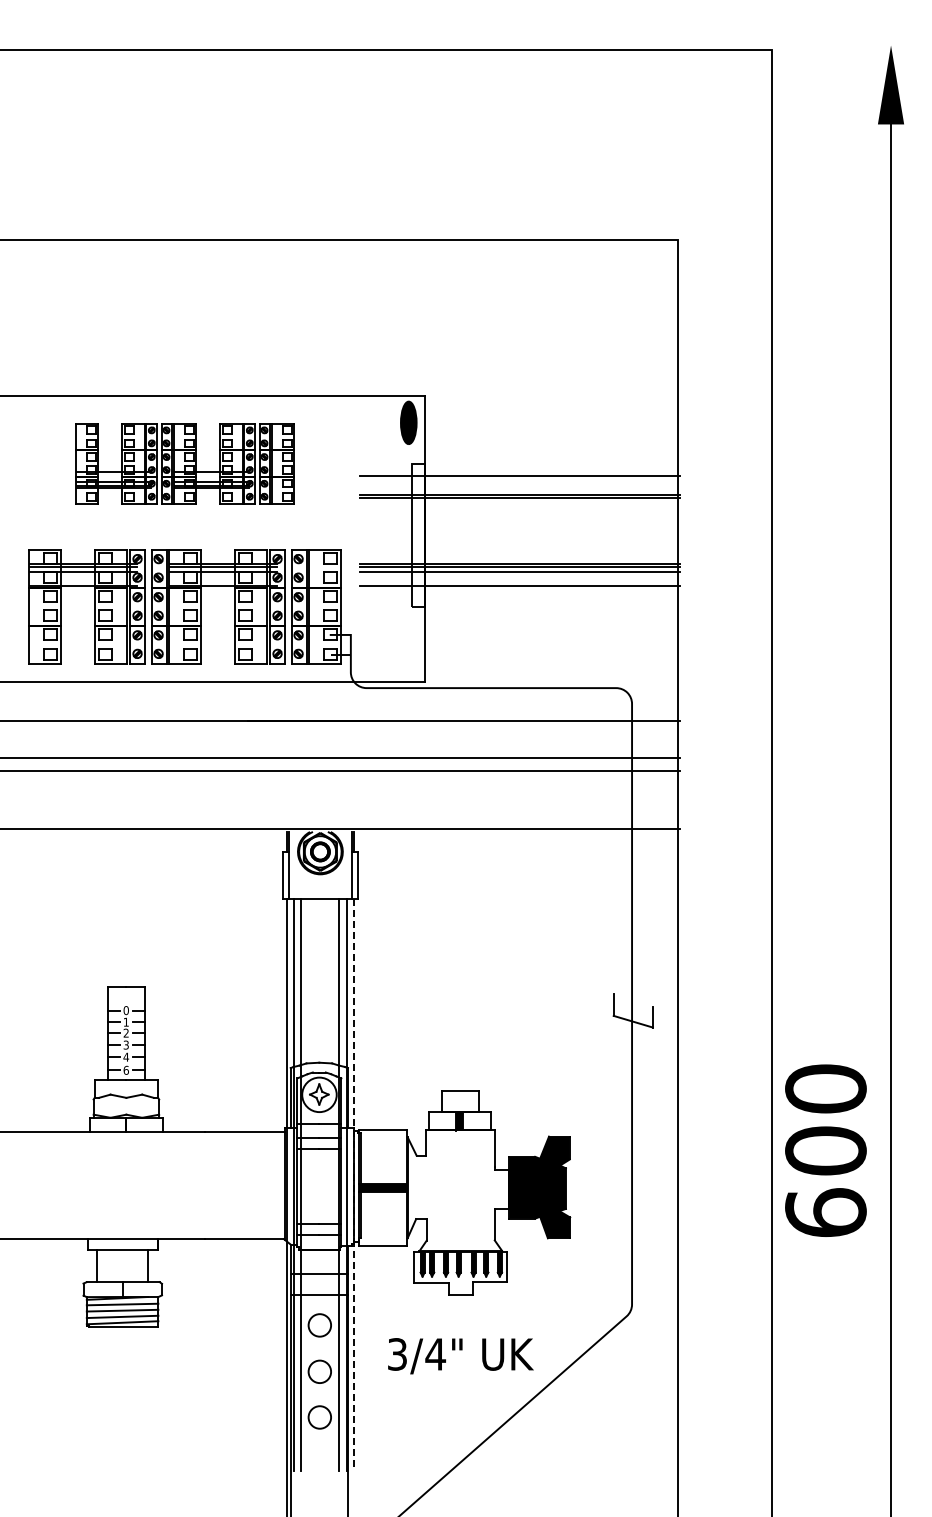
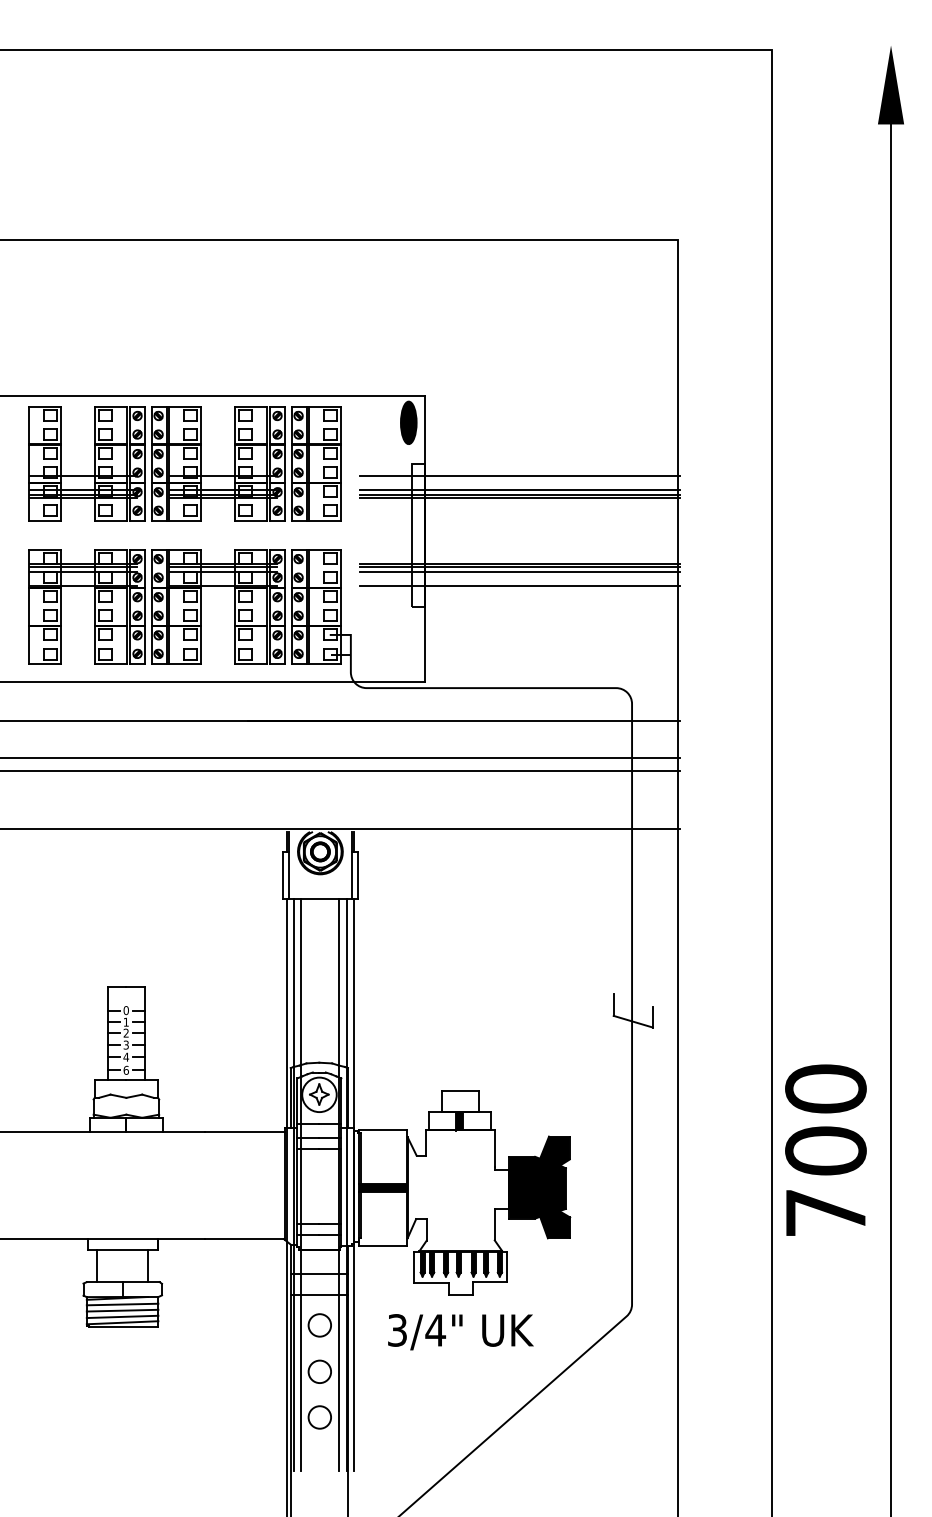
part at (184, 463) size: 220x82 px -> 314x116 px
line at (520, 489): none -> present
line at (353, 1185): dashed -> solid
text at (825, 1212): 600 -> 700
text at (460, 1356) position: (460, 1356) -> (460, 1332)
